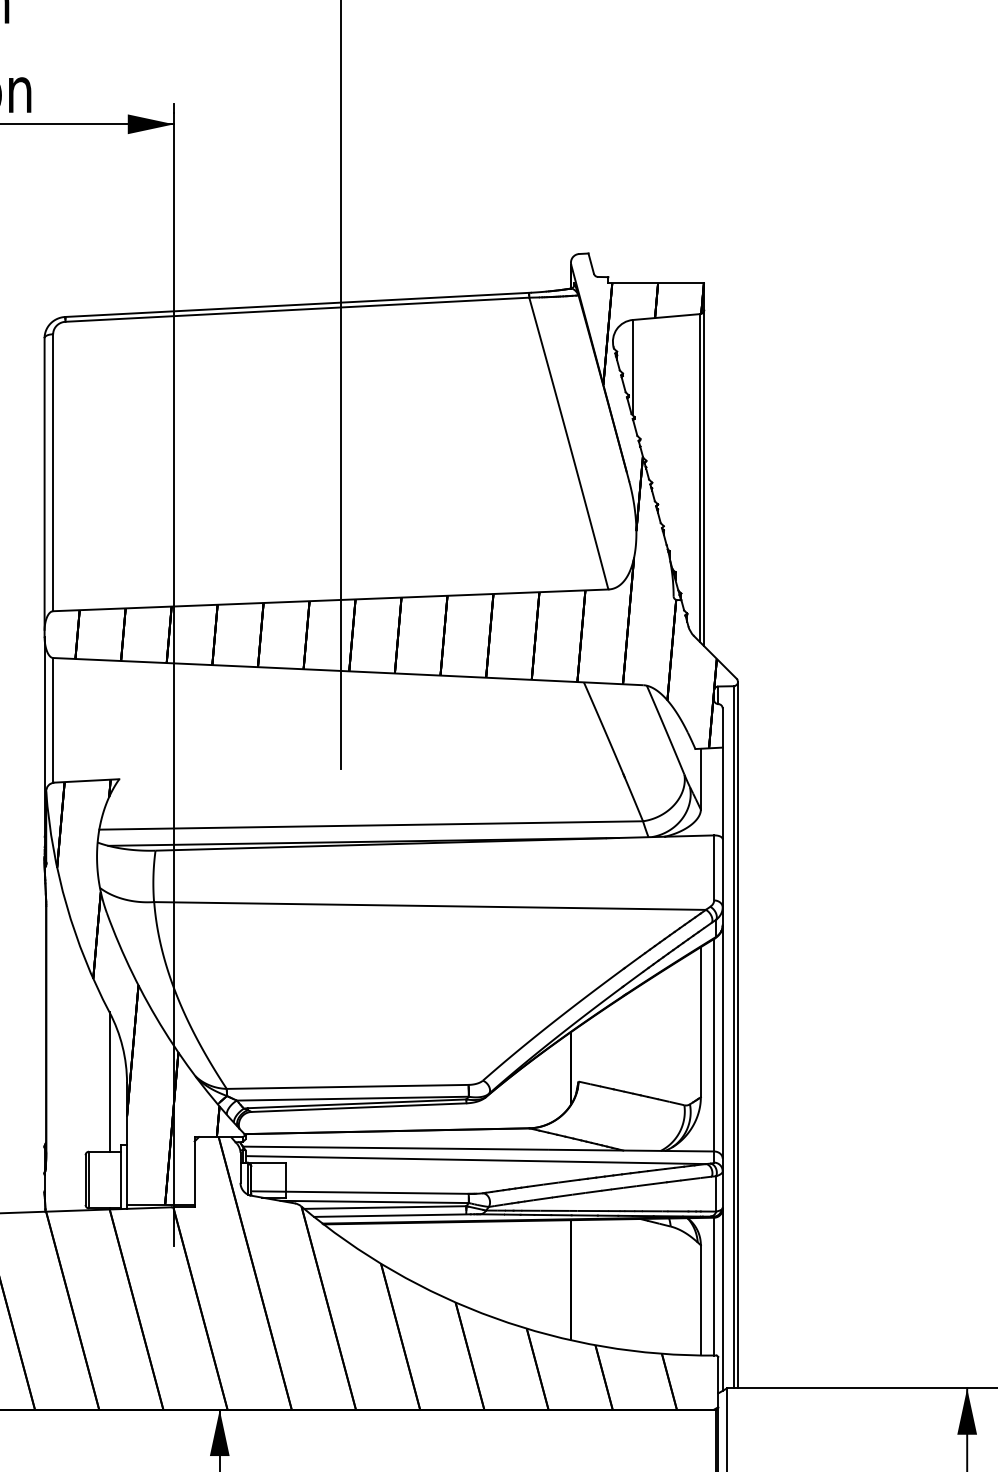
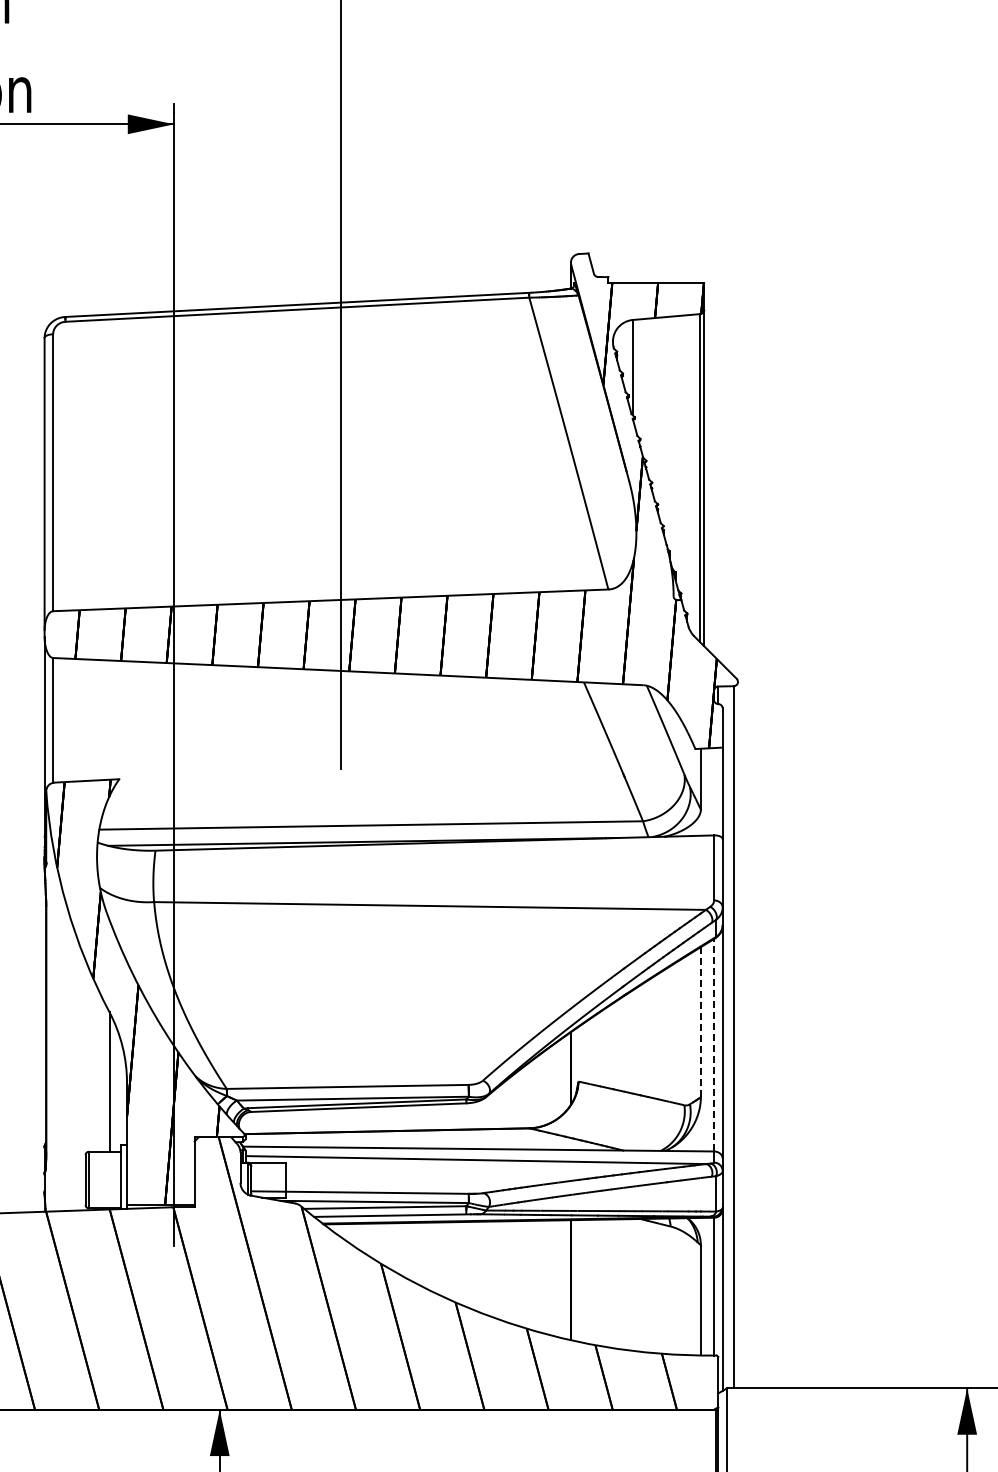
line at (700, 1022): solid -> dashed
line at (738, 1034): present -> none
line at (714, 1044): solid -> dashed
